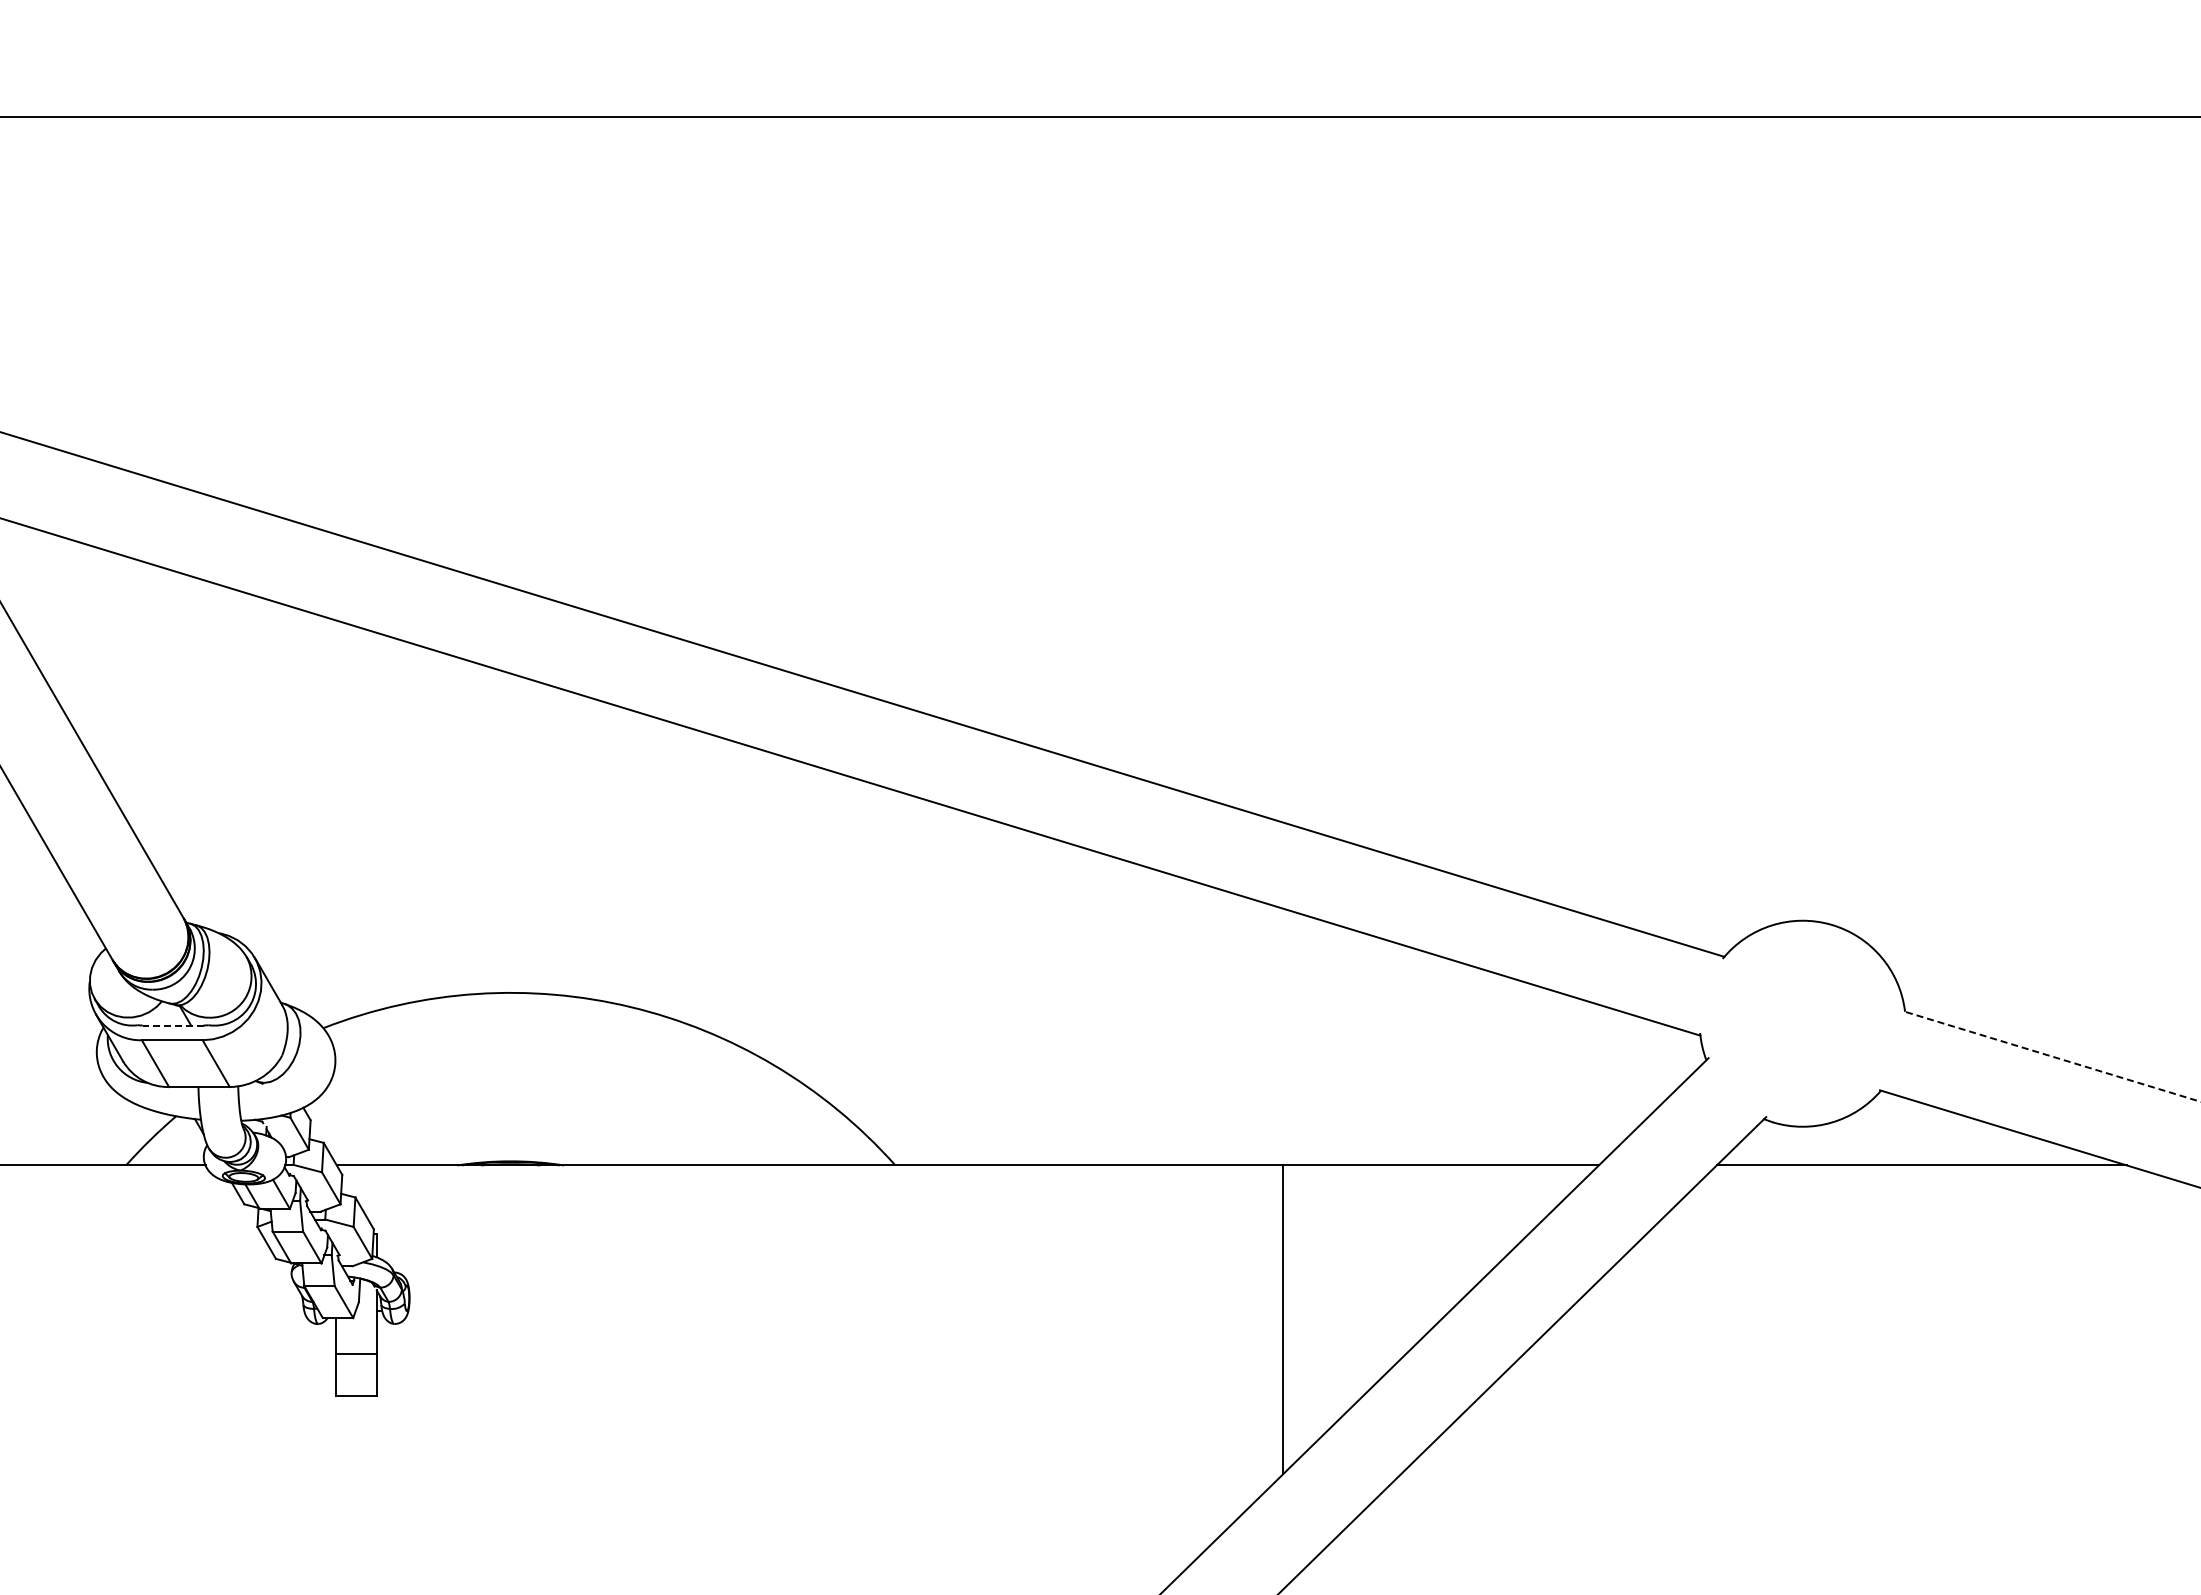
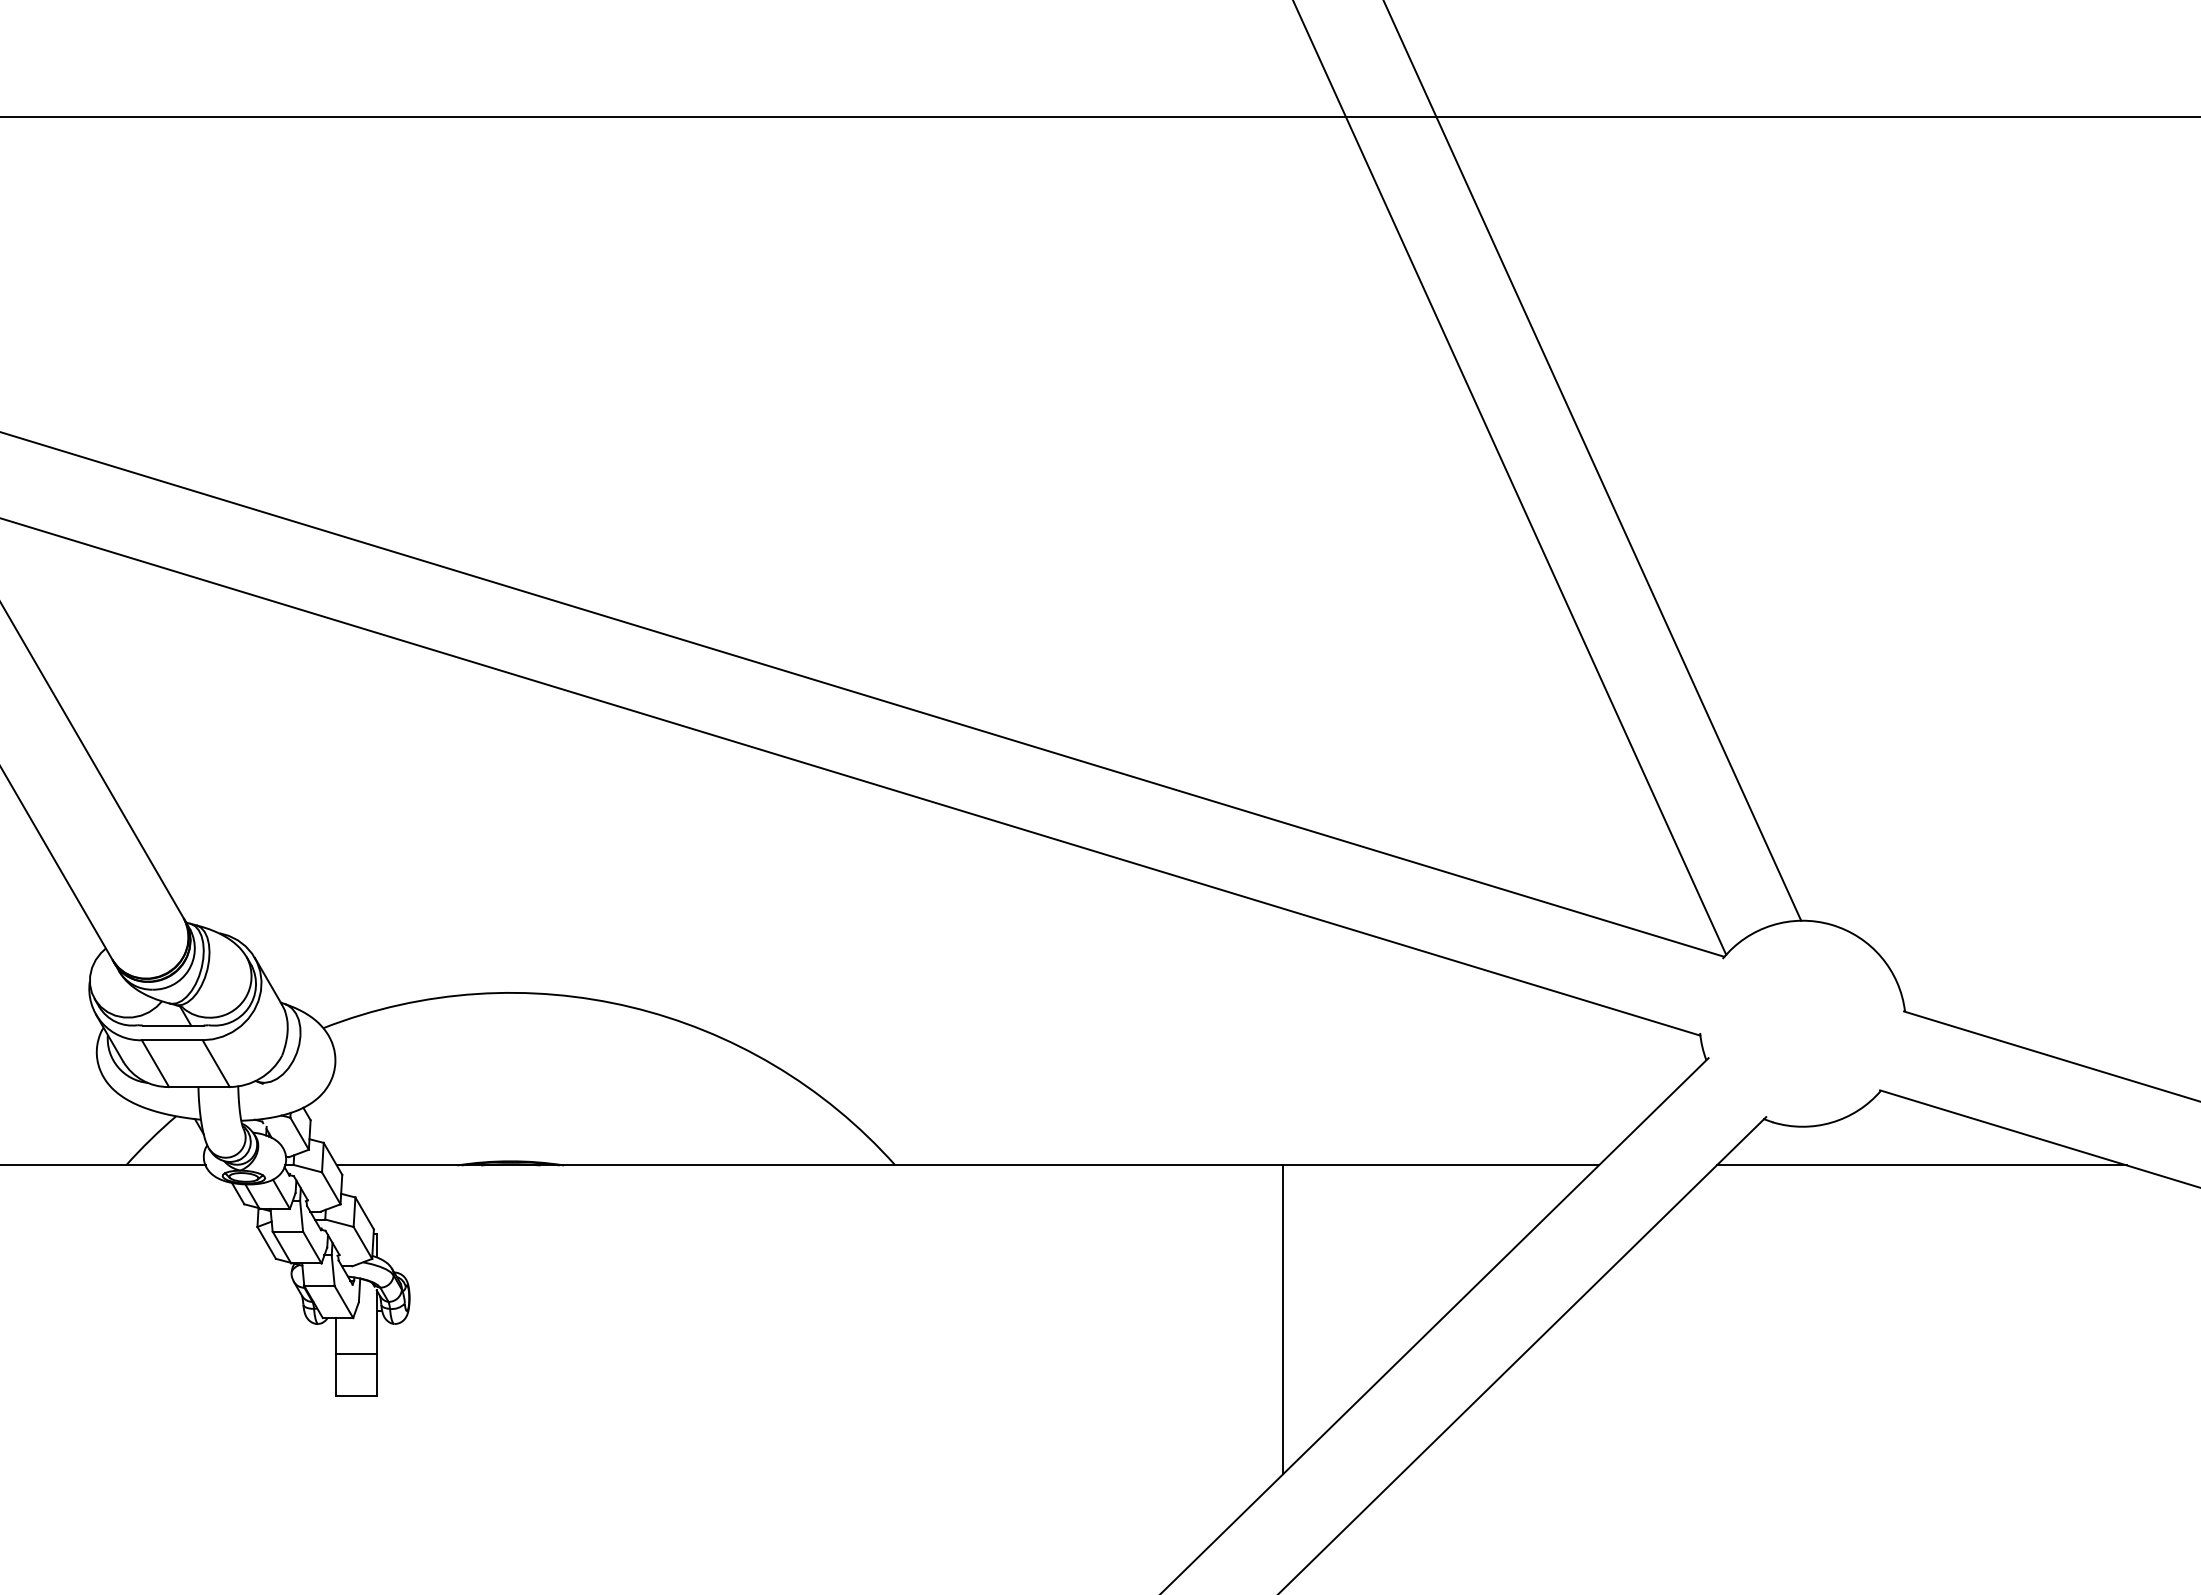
line at (1592, 461): none -> present
line at (1510, 478): none -> present
line at (172, 1025): dashed -> solid
line at (2052, 1056): dashed -> solid
